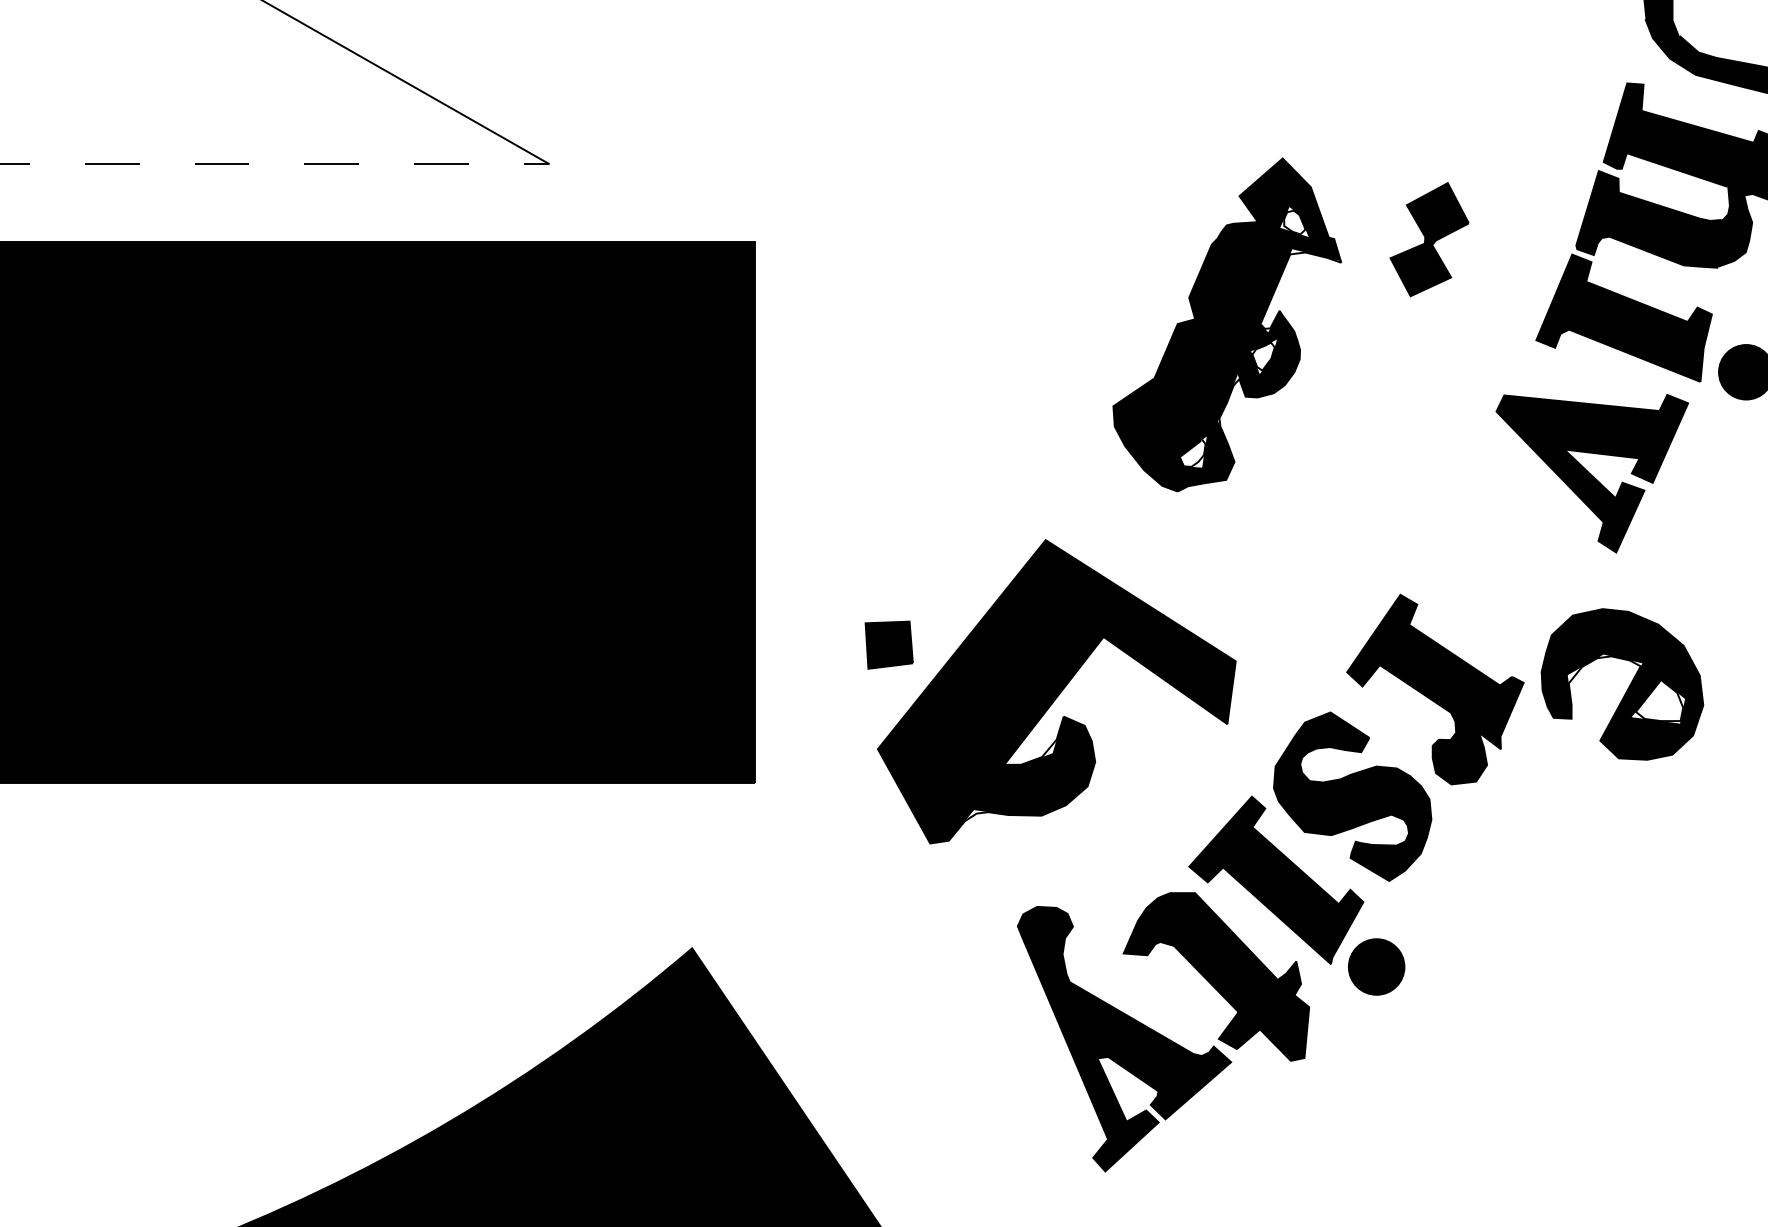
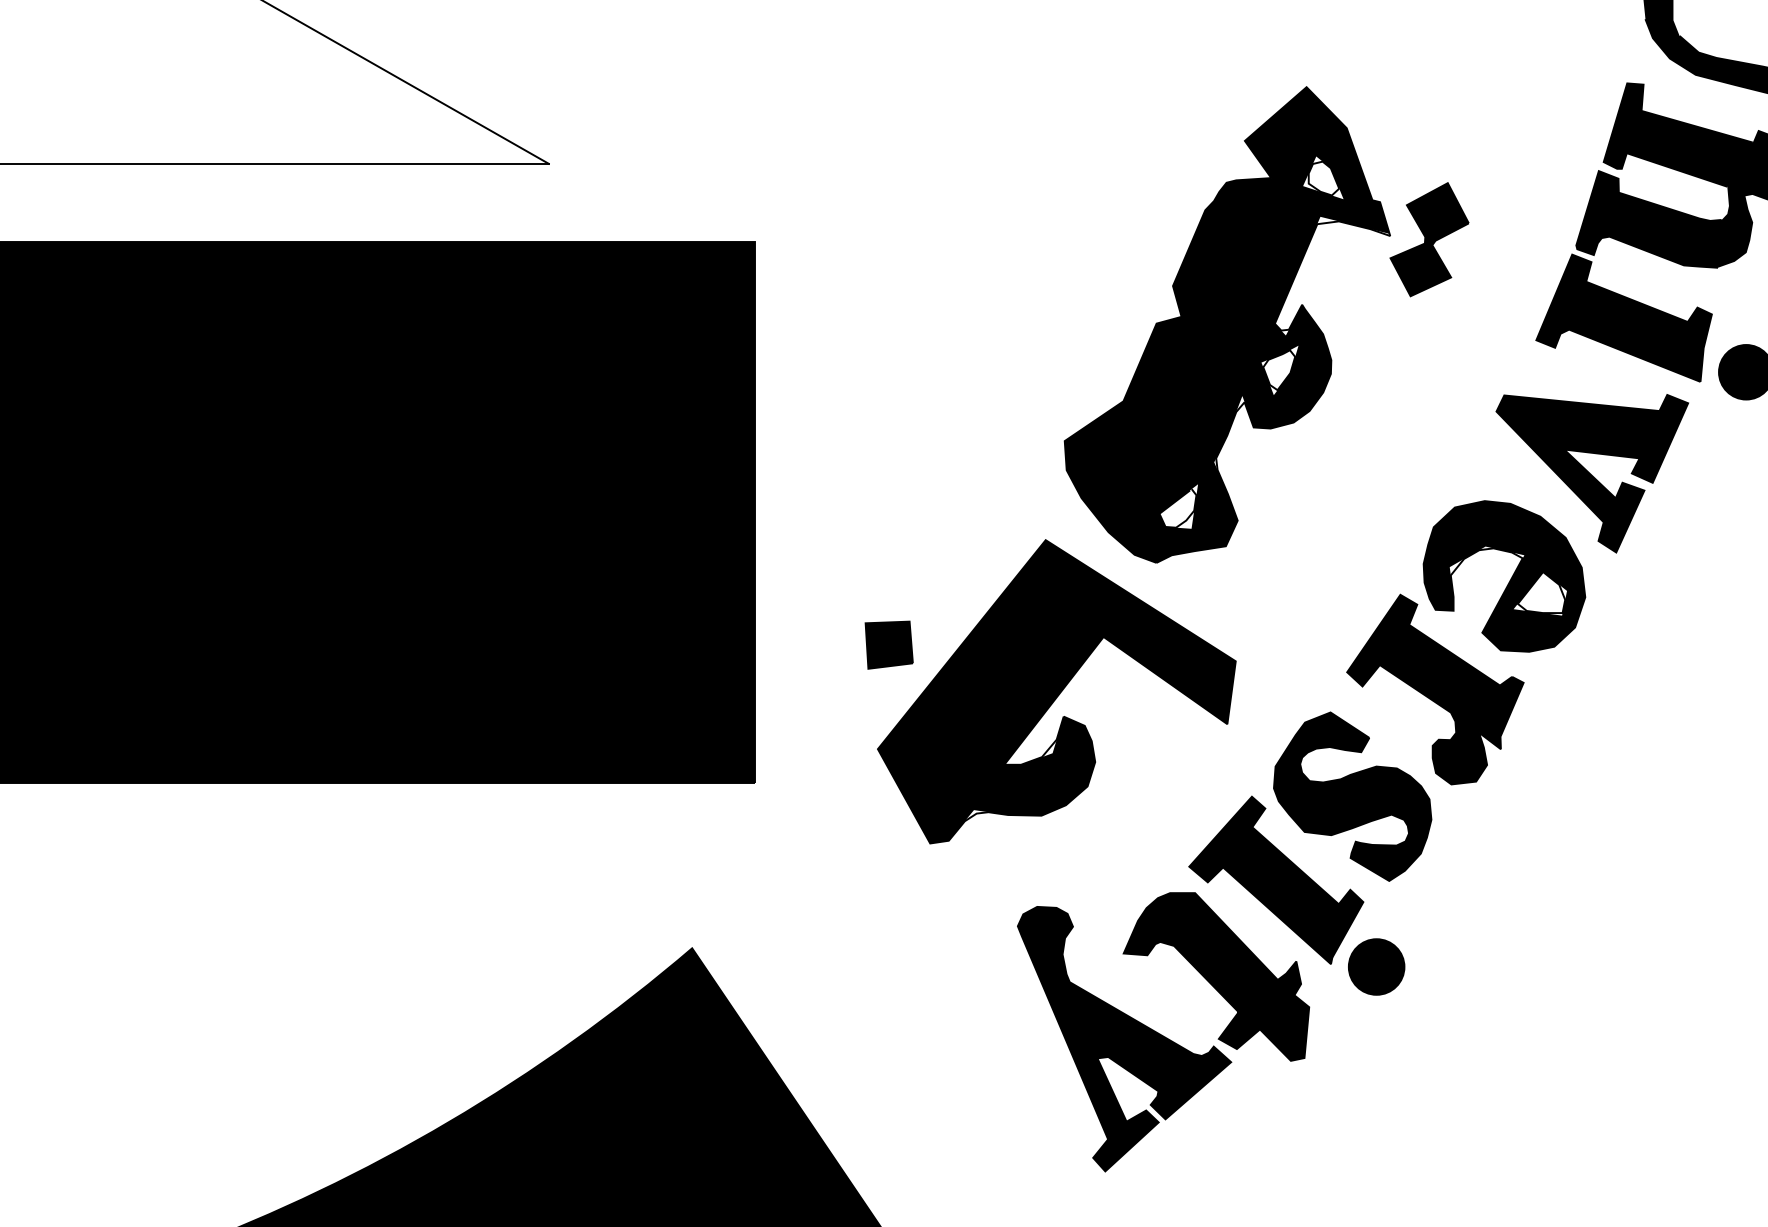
line at (274, 163): dashed -> solid
part at (1226, 324) size: 230x336 px -> 328x478 px
part at (1628, 686) position: (1628, 686) -> (1510, 578)
